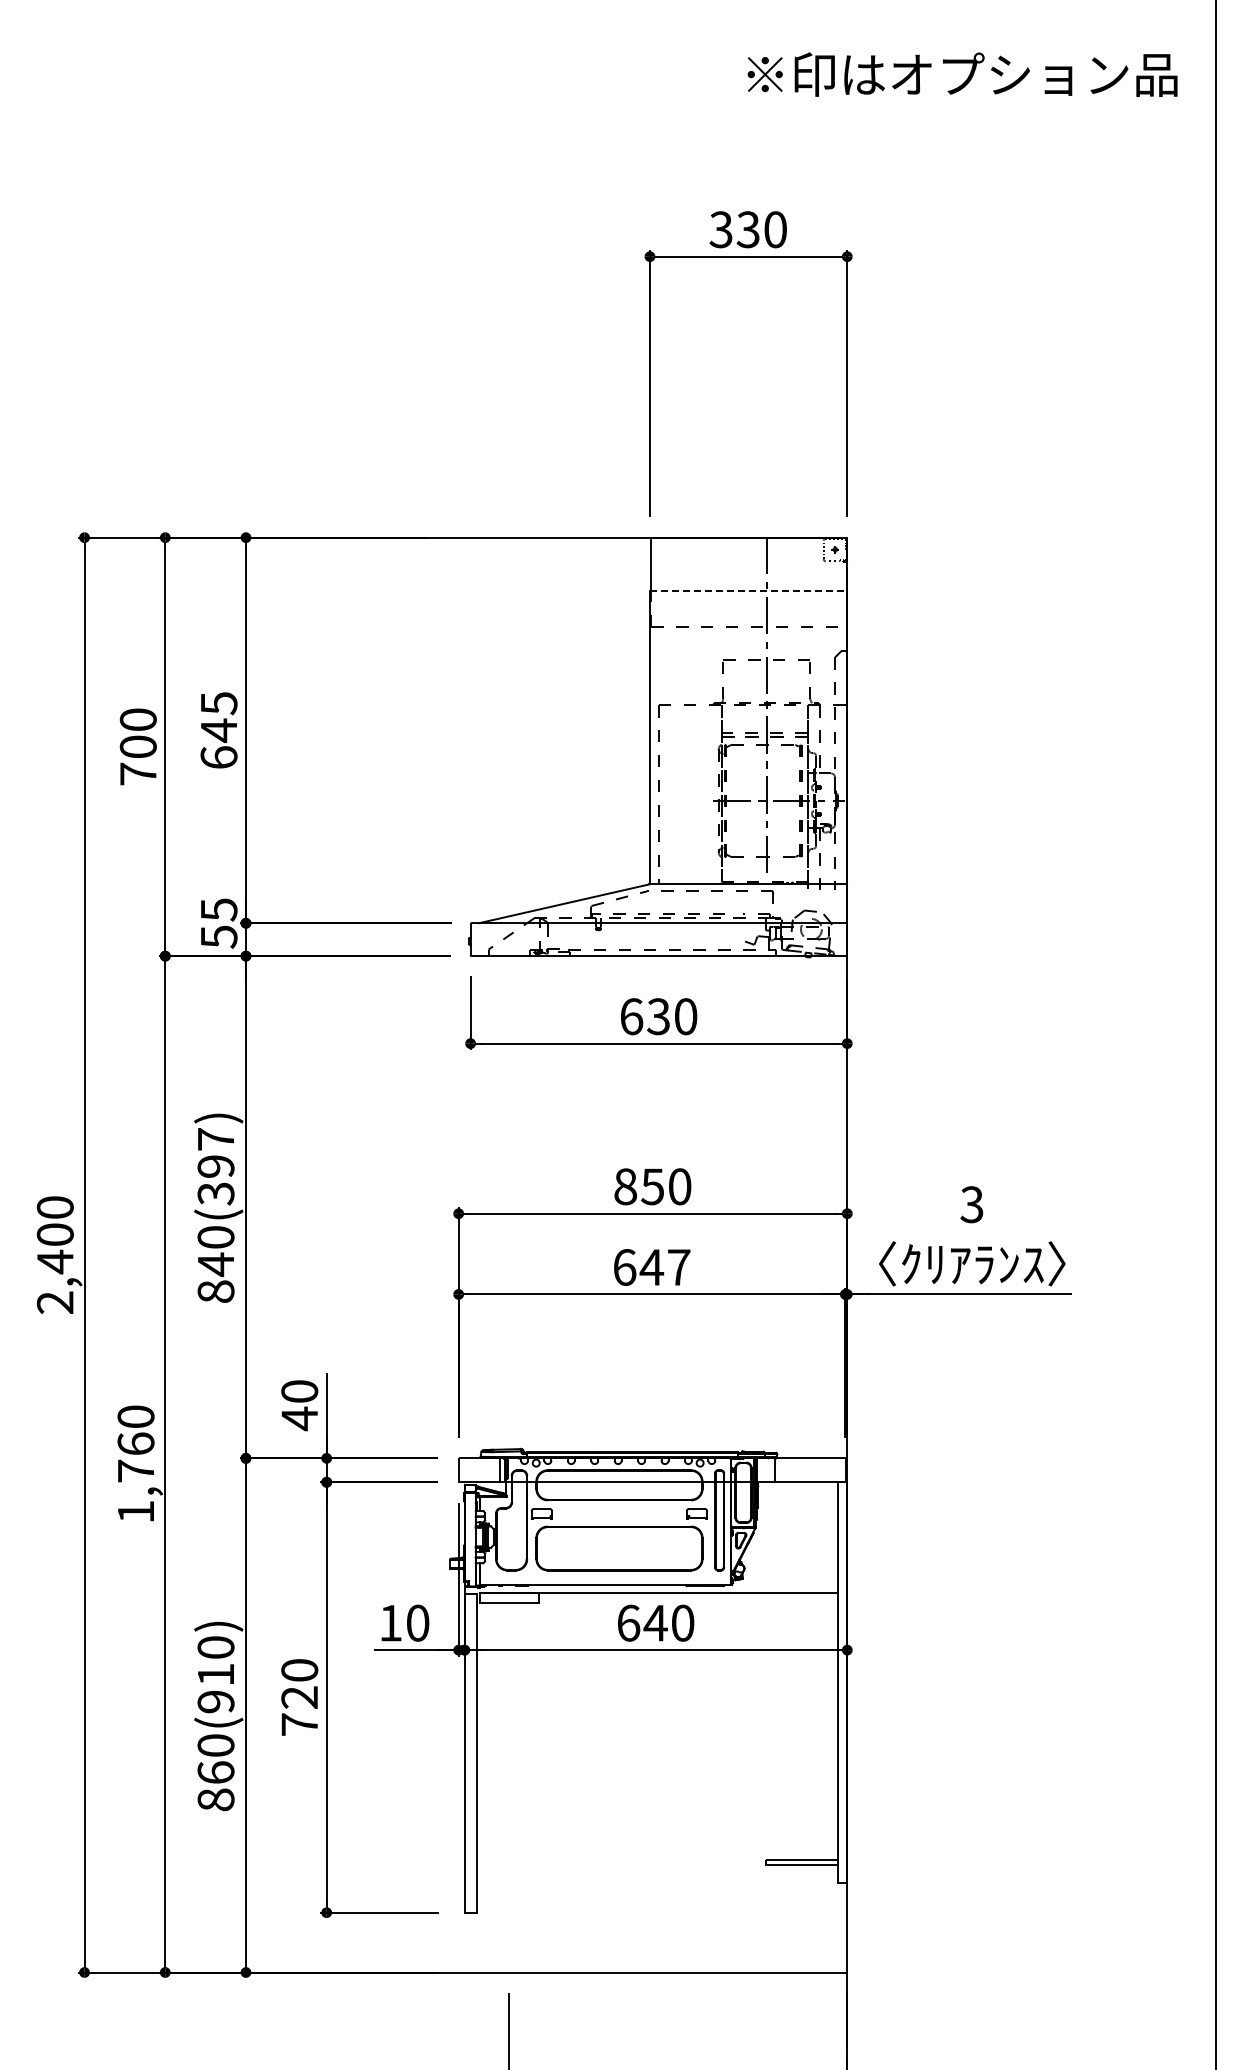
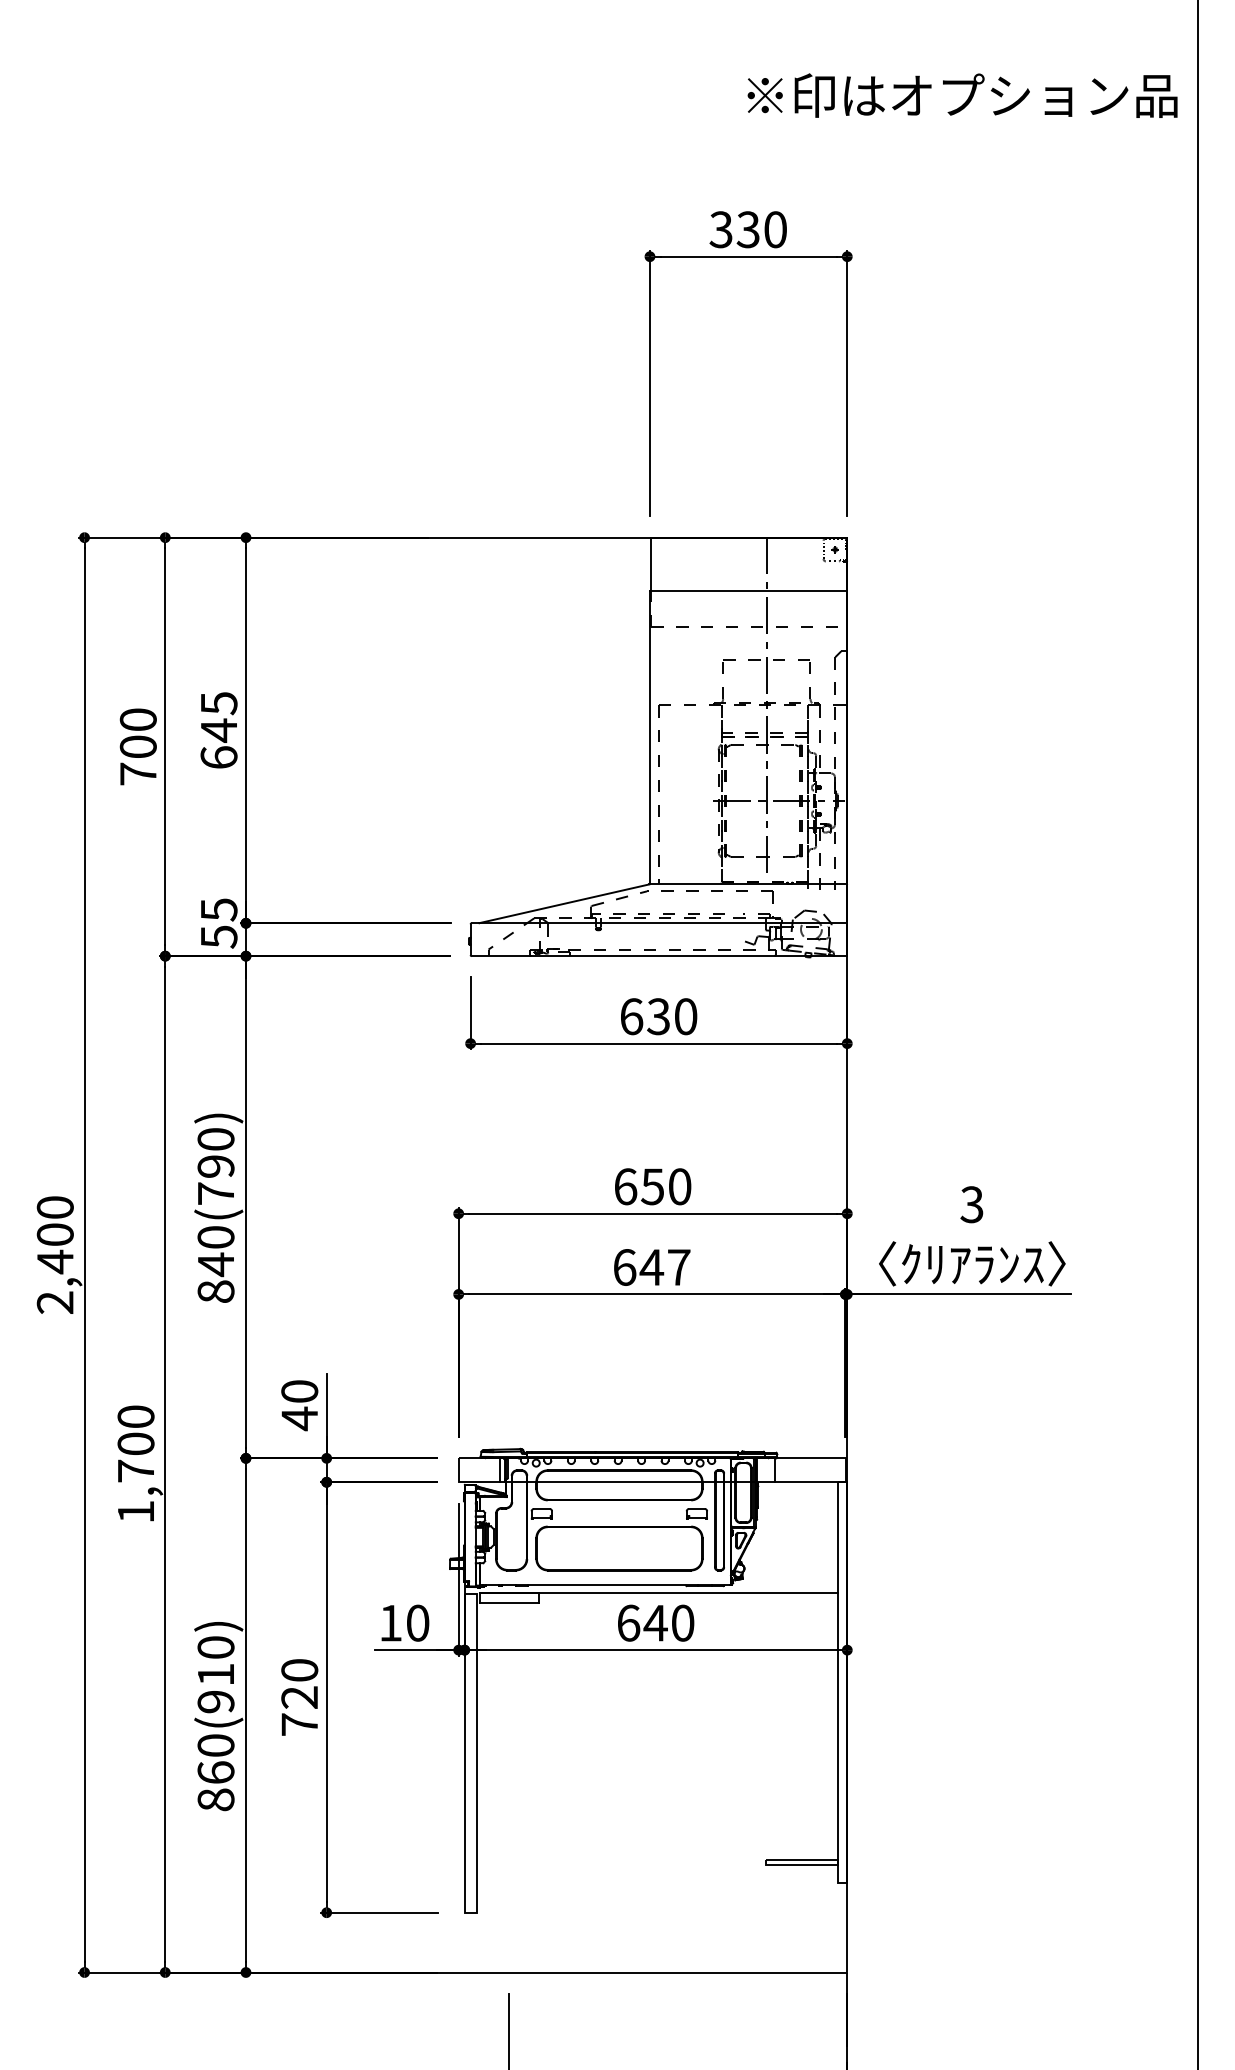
text at (962, 74) position: (962, 74) -> (962, 95)
line at (748, 591): dashed -> solid
line at (1216, 1034) position: (1216, 1034) -> (1198, 1034)
text at (215, 1166): 840(397) -> 840(790)
text at (625, 1186): 850 -> 650
text at (135, 1443): 1,760 -> 1,700
